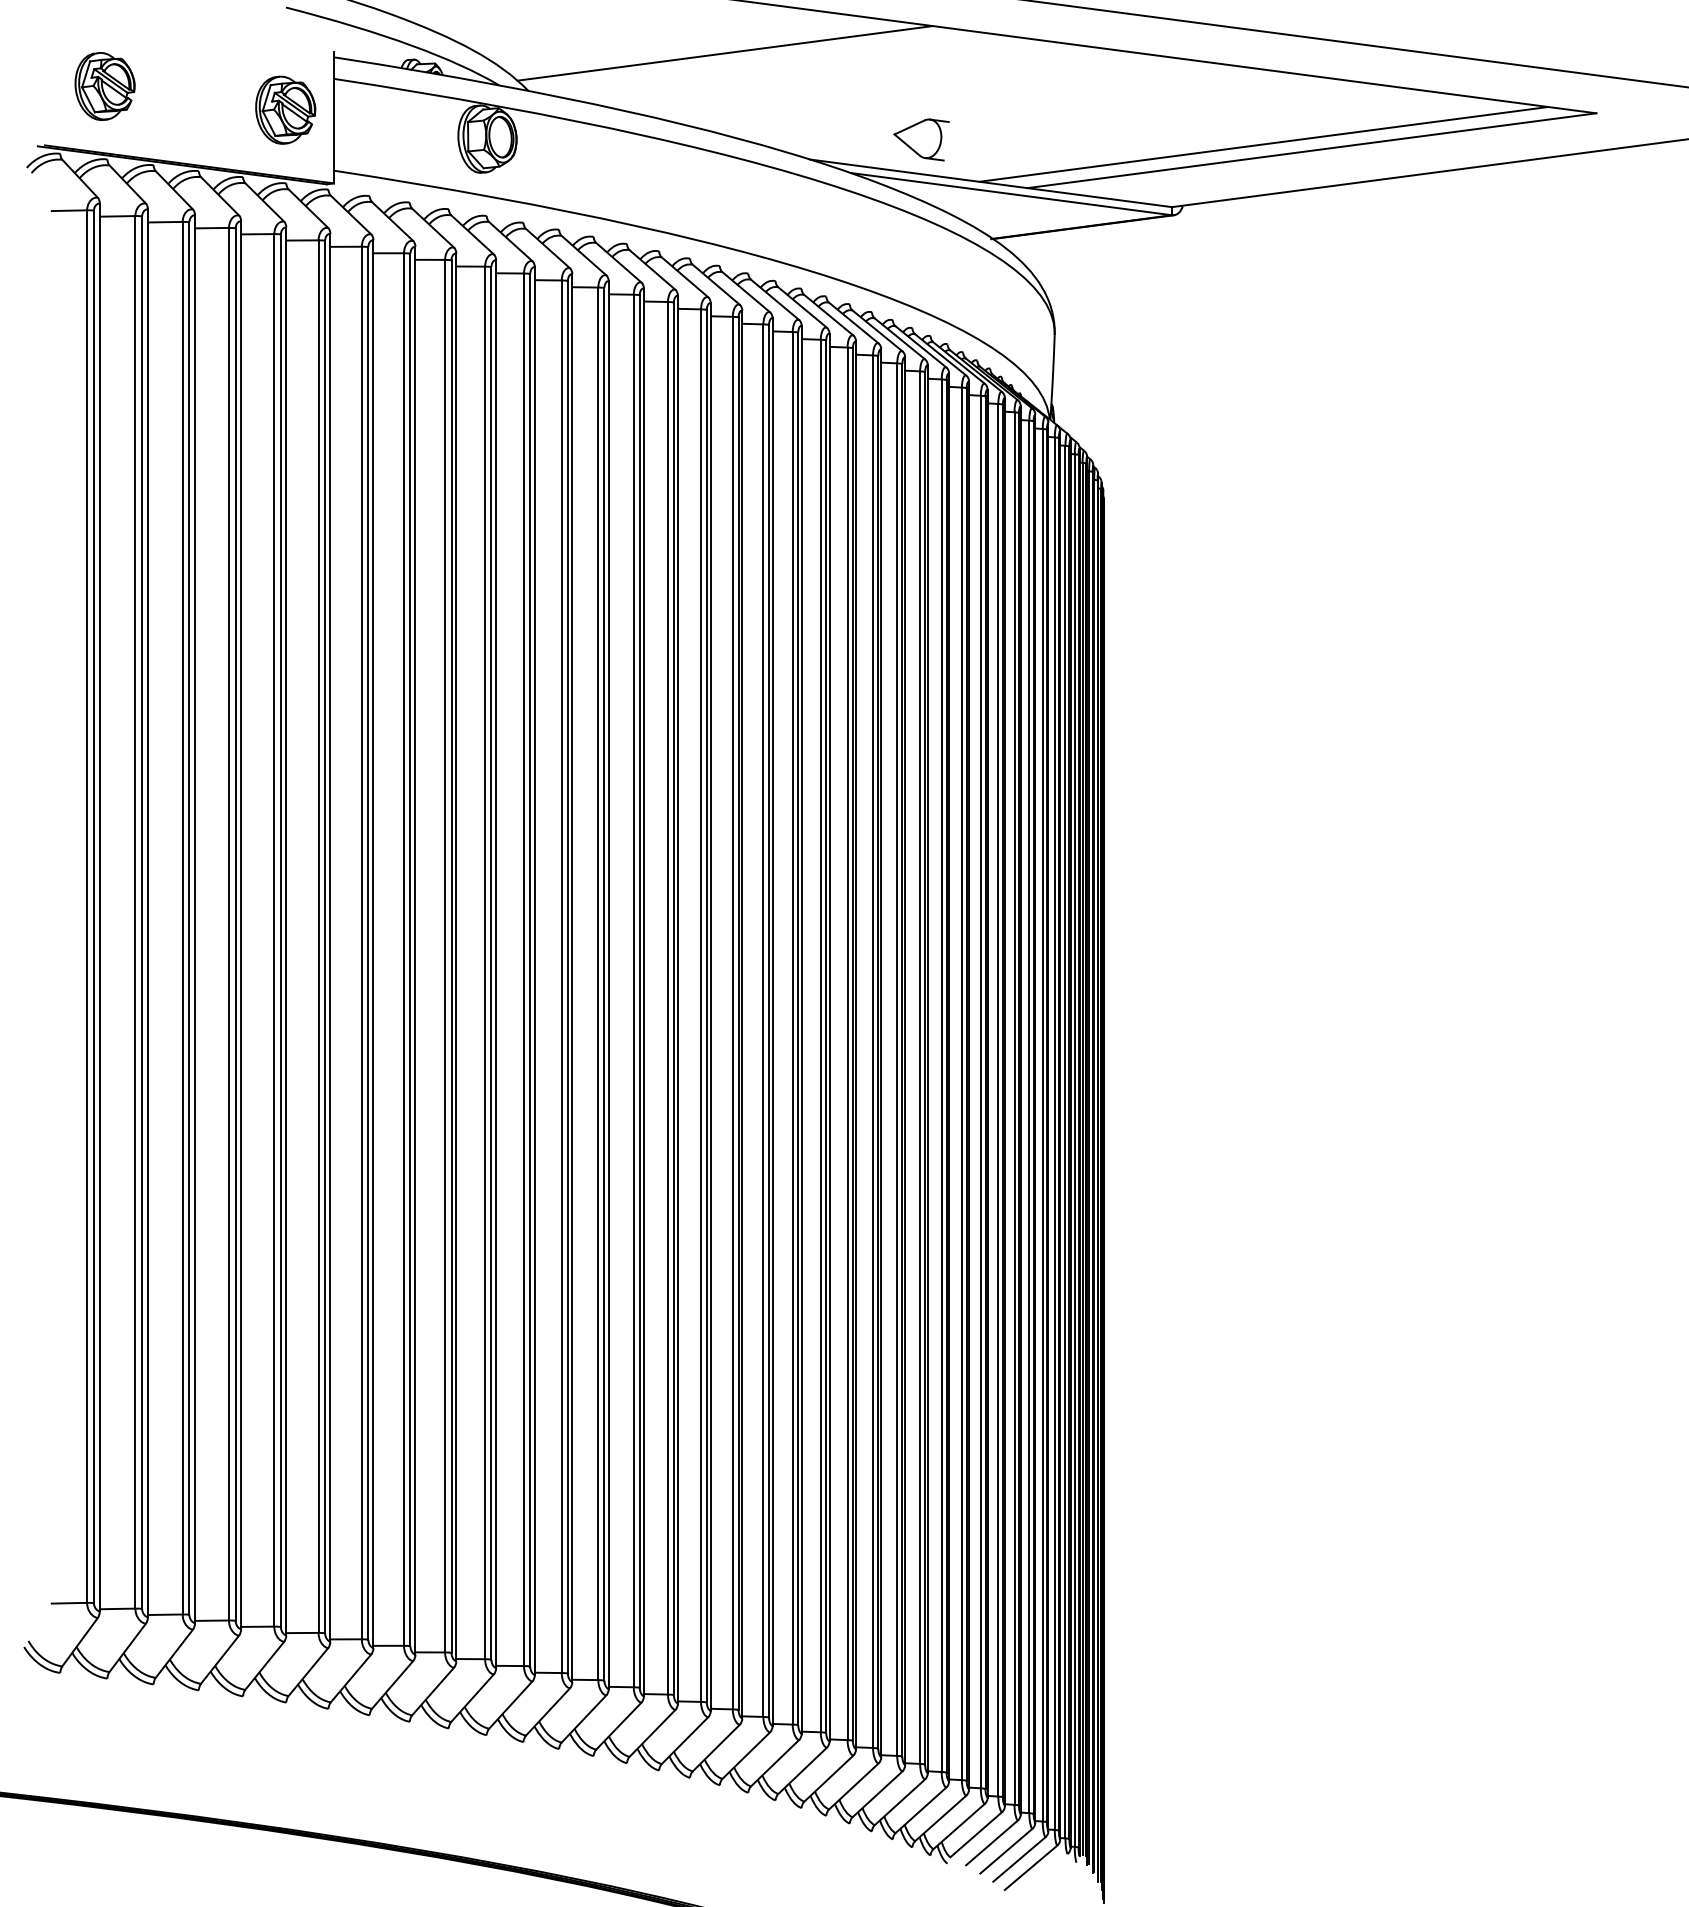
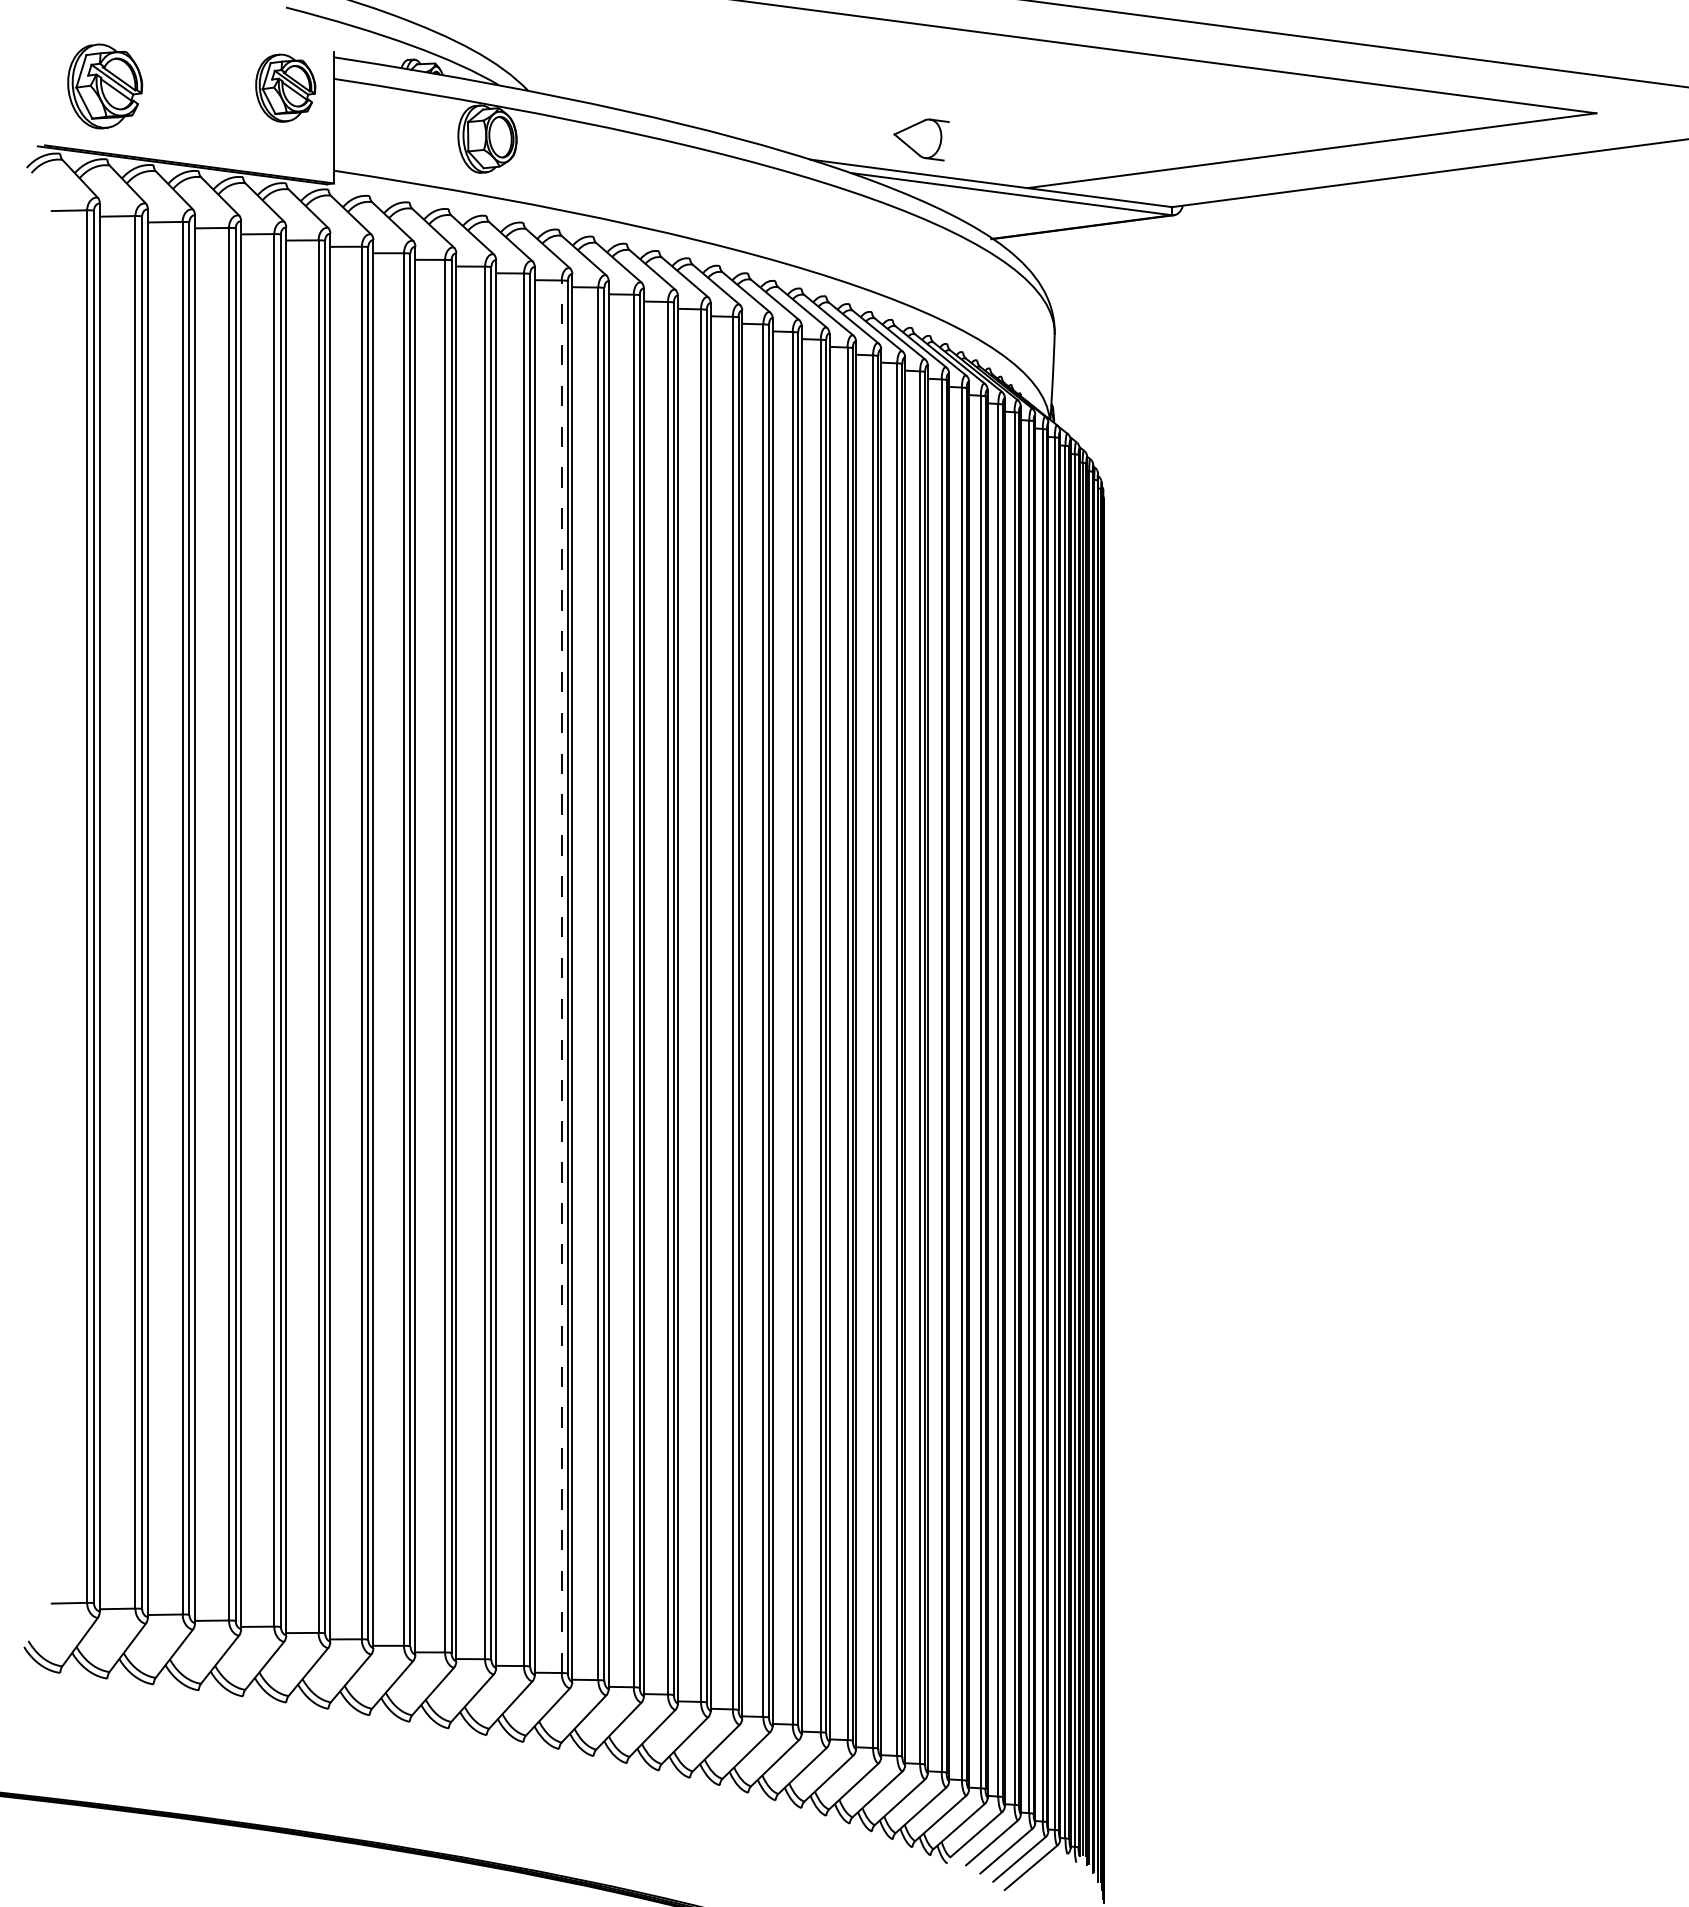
line at (724, 53): present -> none
part at (104, 86) size: 62x69 px -> 77x87 px
part at (285, 109) position: (285, 109) -> (285, 87)
line at (1263, 144): present -> none
line at (561, 976): solid -> dashed
